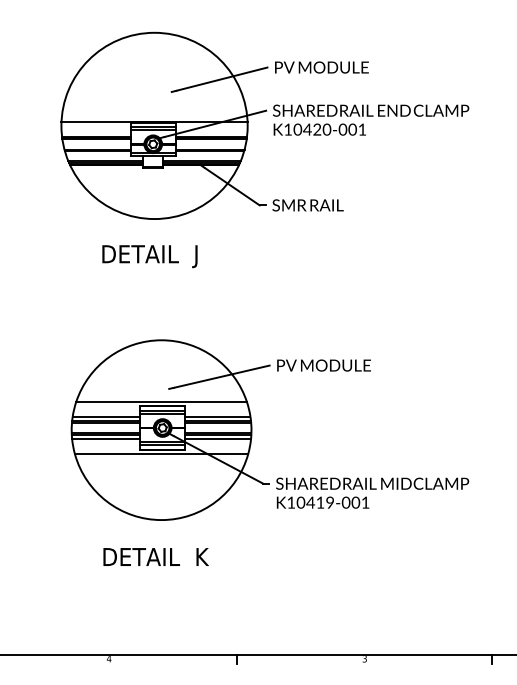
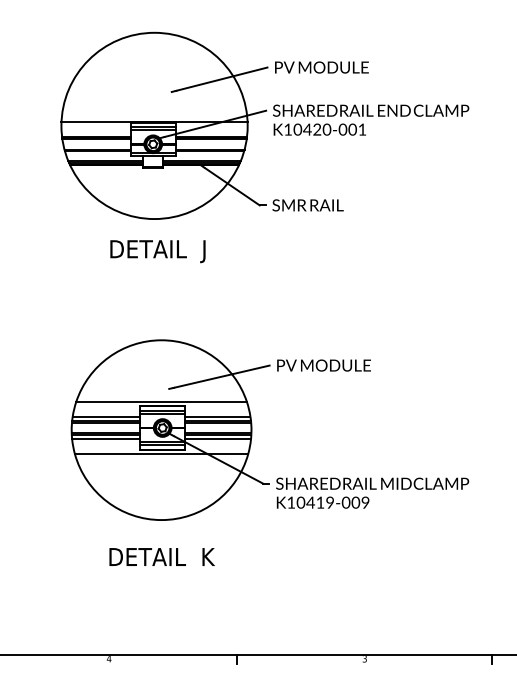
text at (149, 256) position: (149, 256) -> (157, 251)
text at (365, 502): K10419-001 -> K10419-009
text at (155, 556) position: (155, 556) -> (161, 556)
